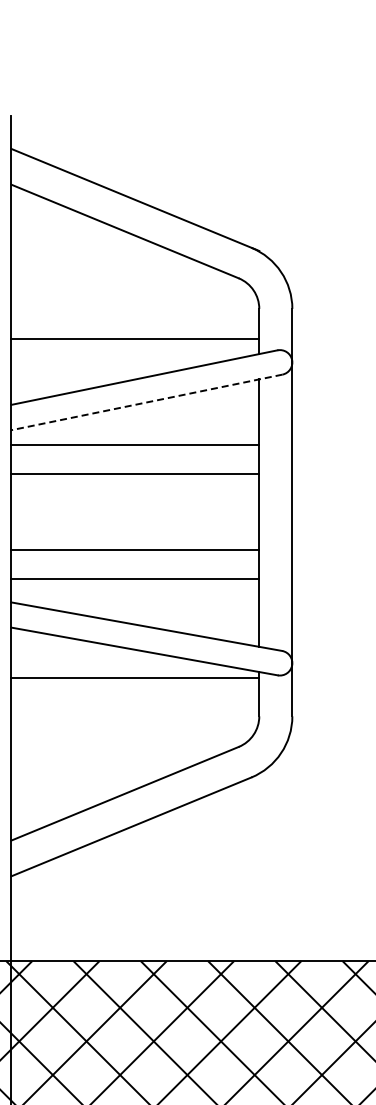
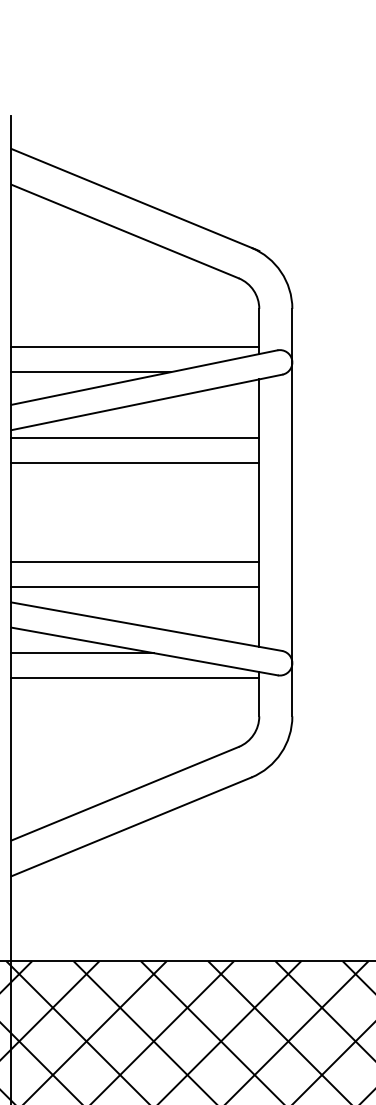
line at (135, 339) position: (135, 339) -> (135, 347)
line at (91, 372): none -> present
line at (146, 402): dashed -> solid
line at (135, 445) position: (135, 445) -> (135, 438)
line at (135, 474) position: (135, 474) -> (135, 463)
line at (135, 550) position: (135, 550) -> (135, 562)
line at (135, 579) position: (135, 579) -> (135, 587)
line at (82, 653): none -> present
